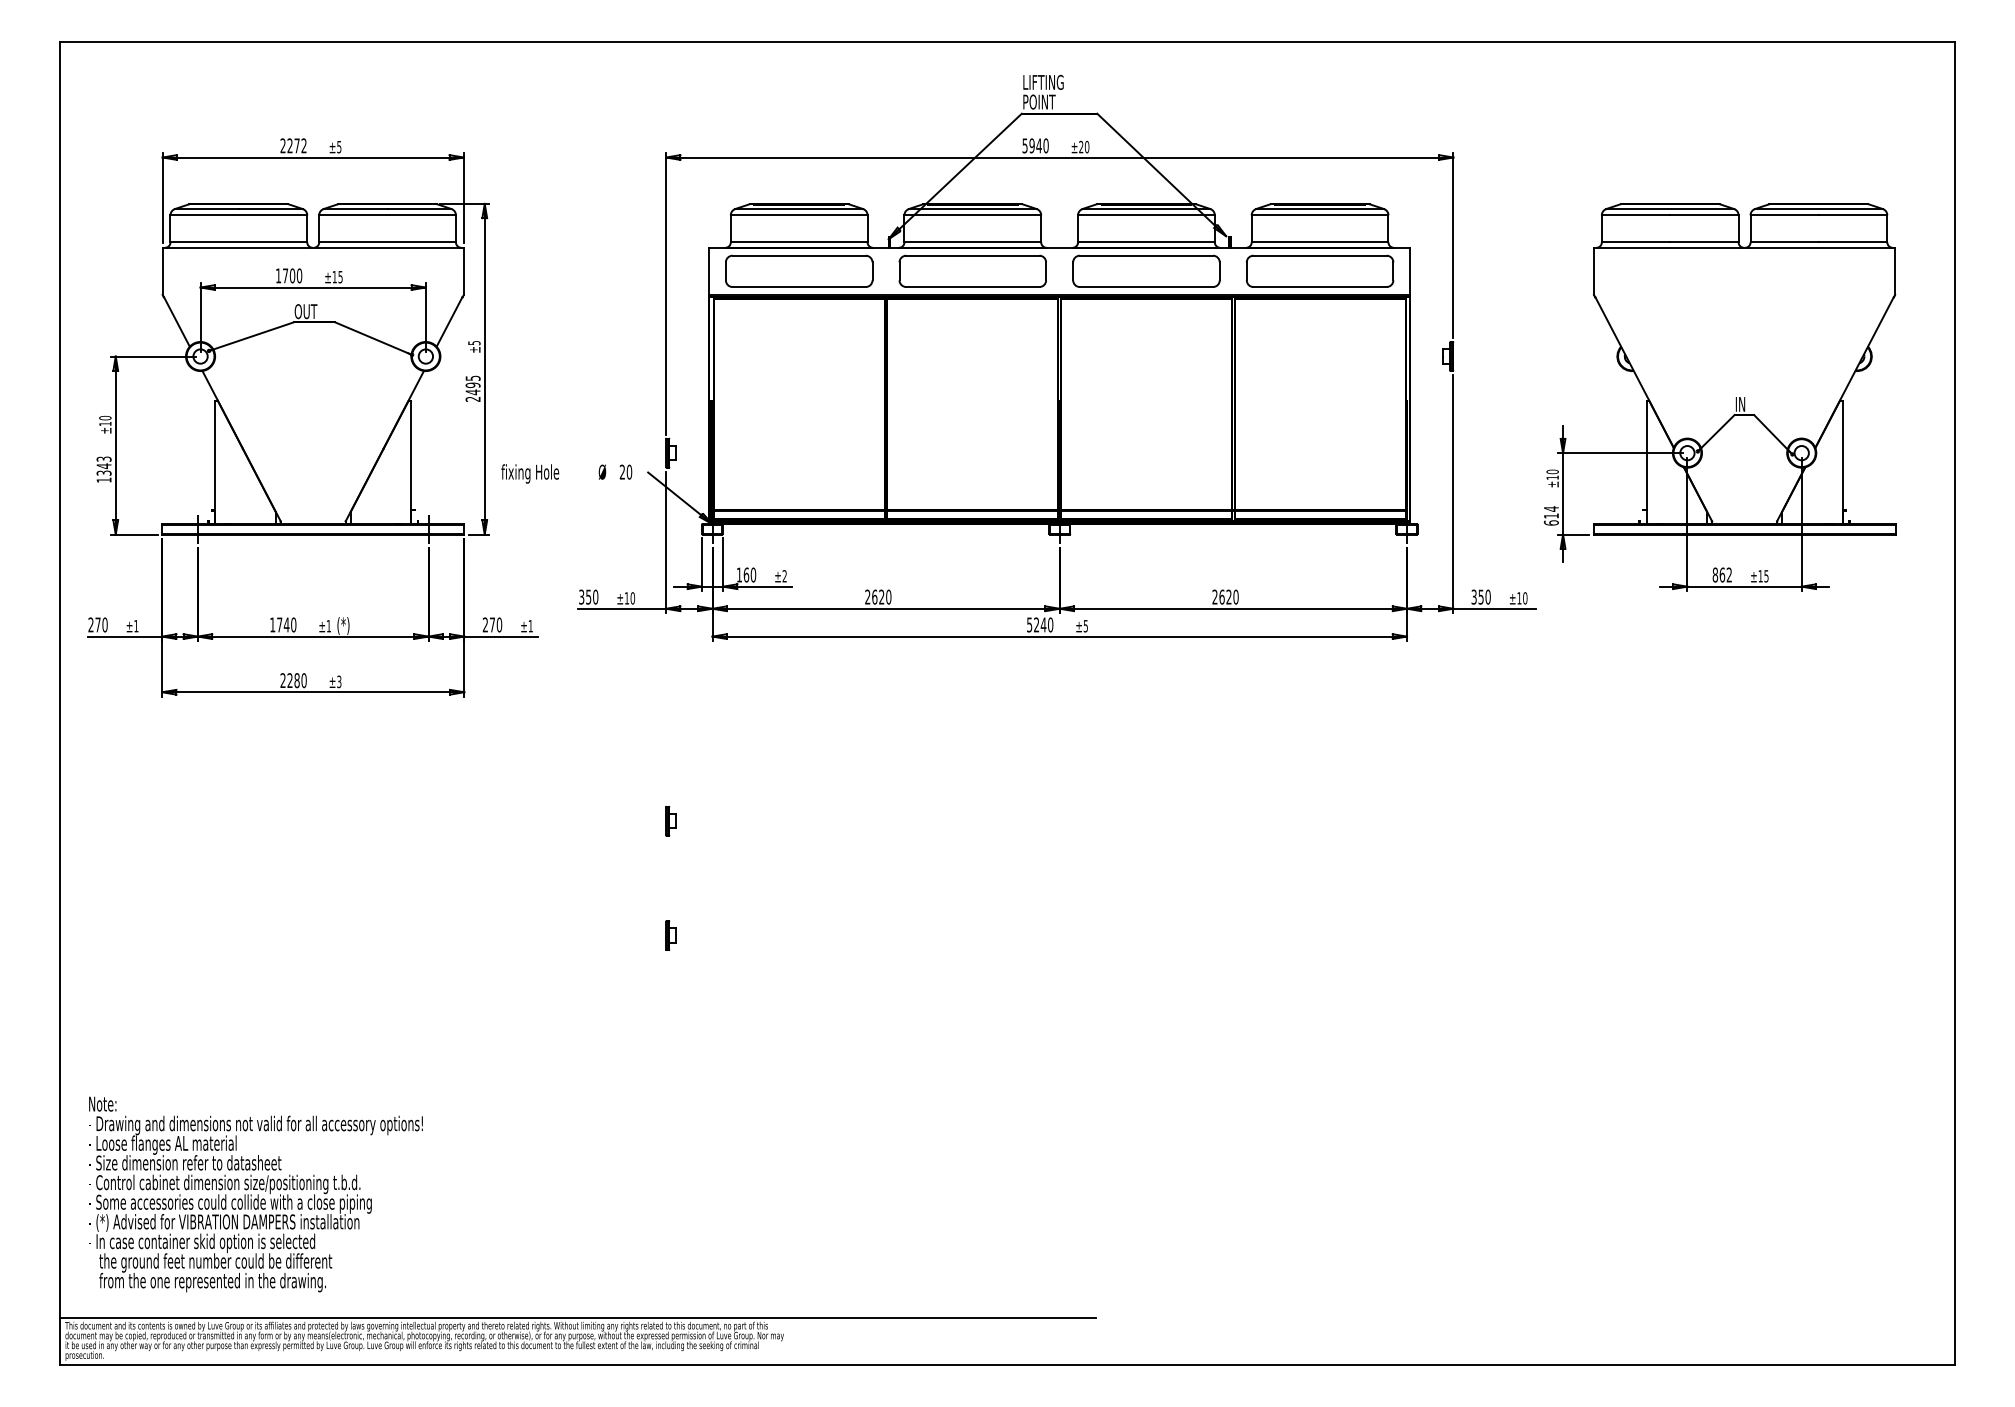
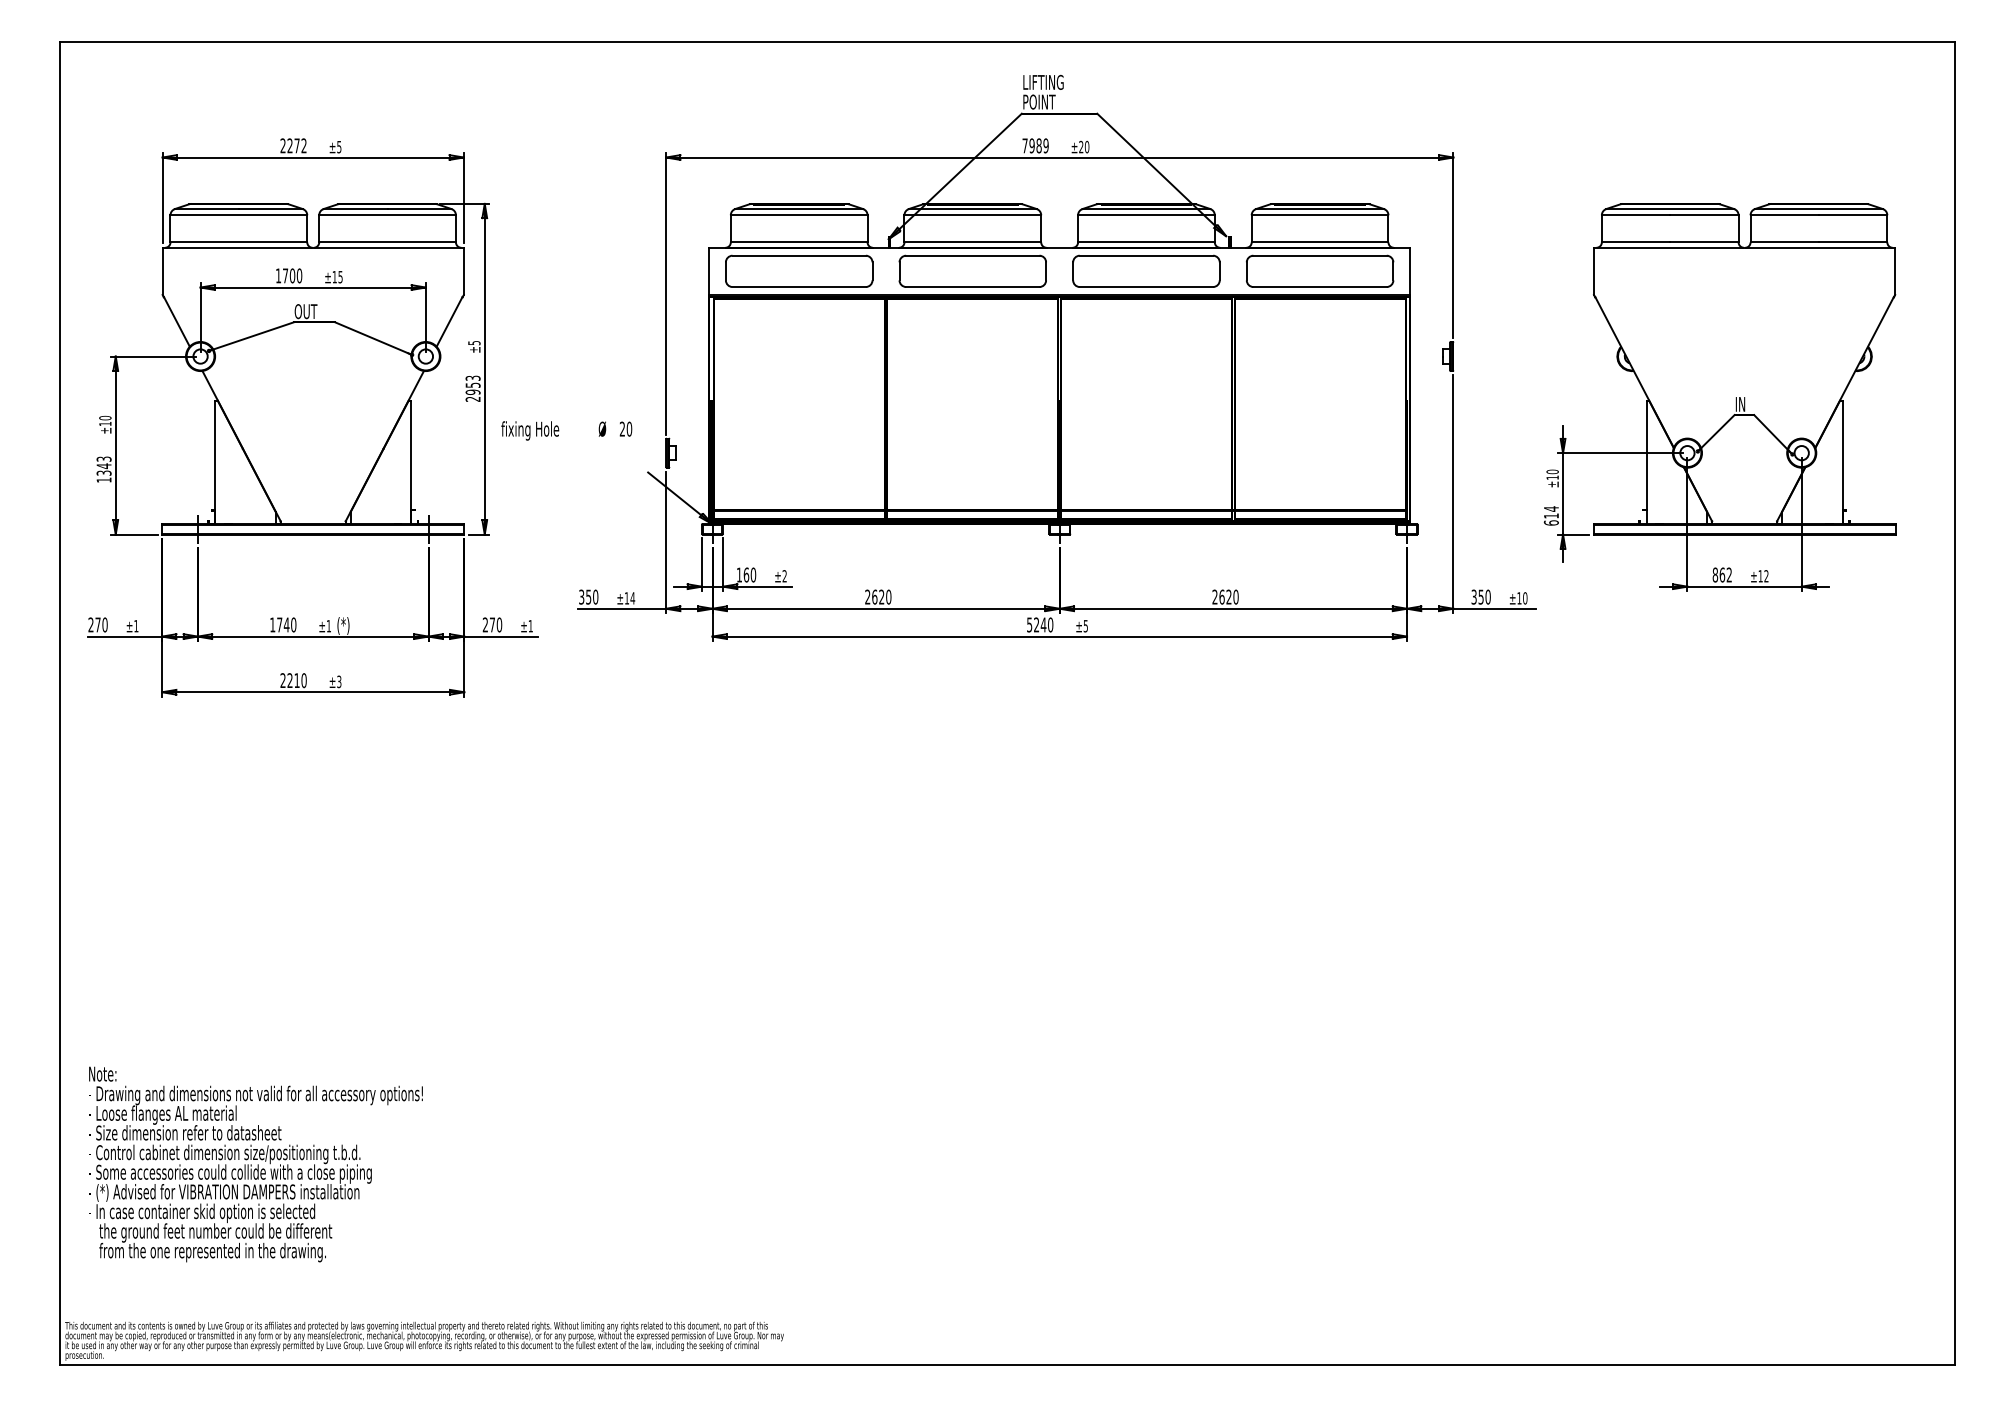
text at (1035, 145): 5940 -> 7989
text at (472, 385): 2495 -> 2953
text at (566, 473) position: (566, 473) -> (566, 430)
text at (1766, 576): ±15 -> ±12
text at (632, 598): ±10 -> ±14
text at (296, 680): 2280 -> 2210
part at (670, 821): present -> none
part at (670, 935): present -> none
text at (255, 1194) position: (255, 1194) -> (255, 1164)
line at (578, 1318): present -> none
